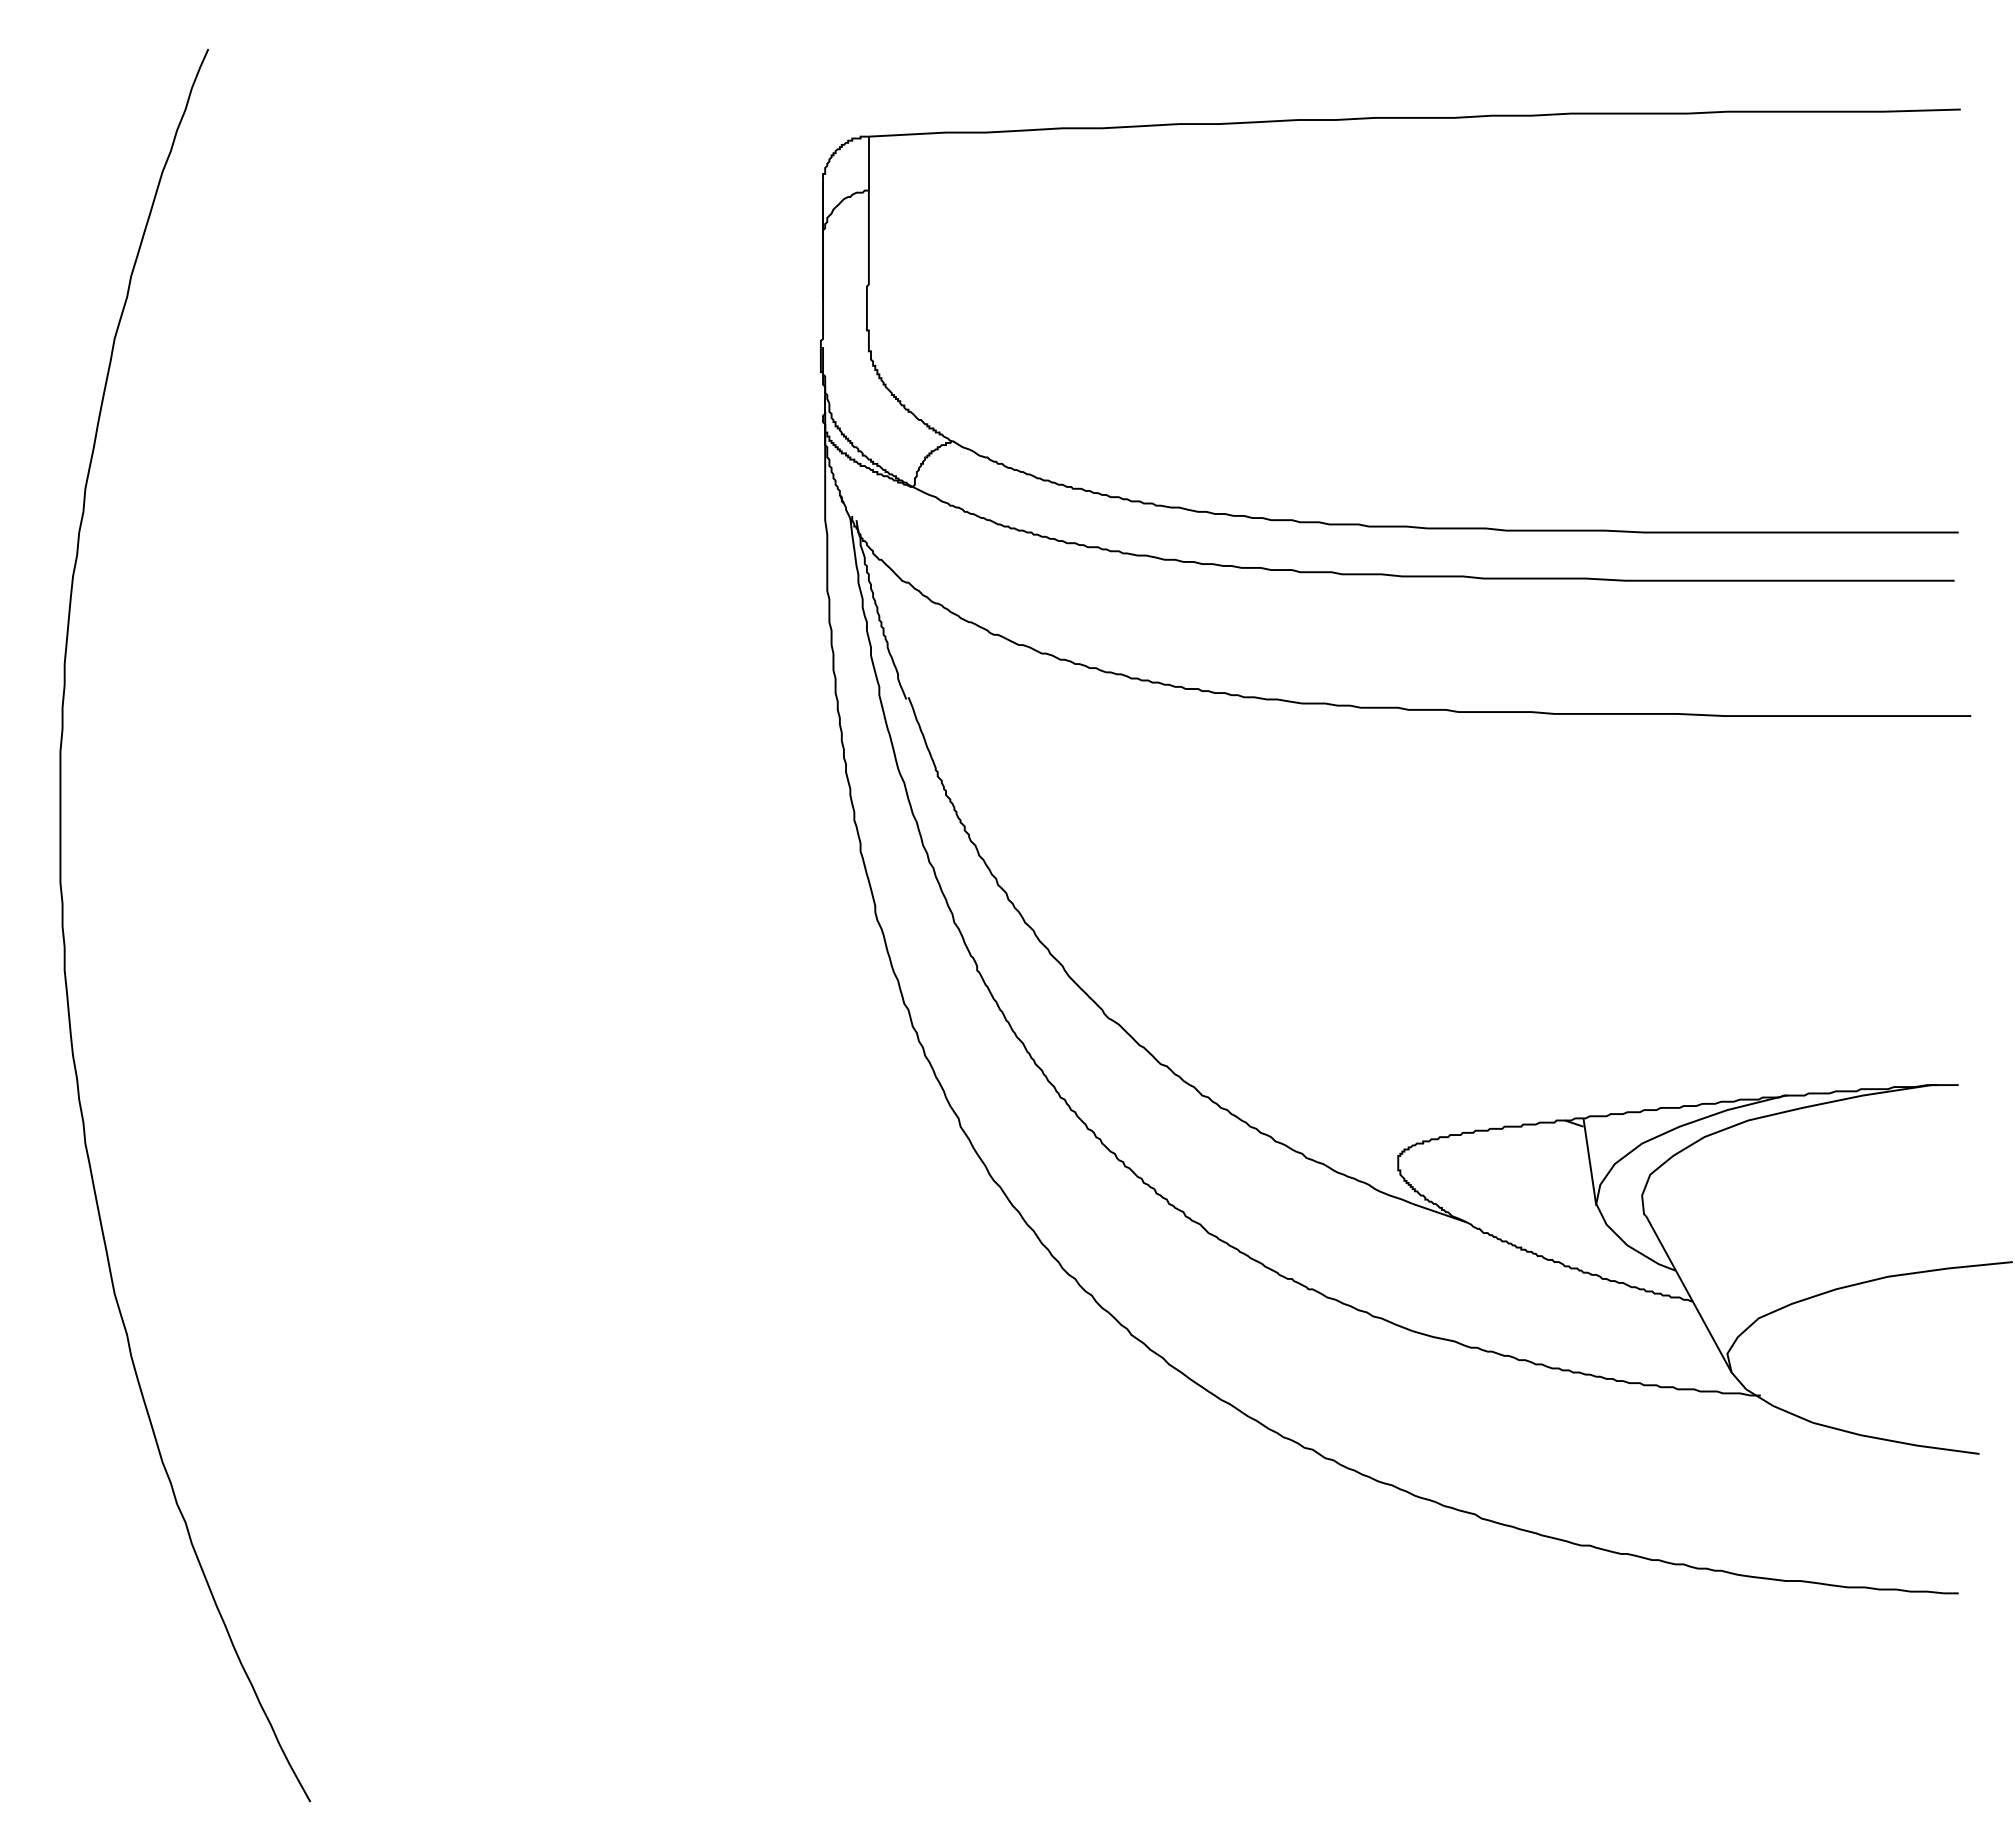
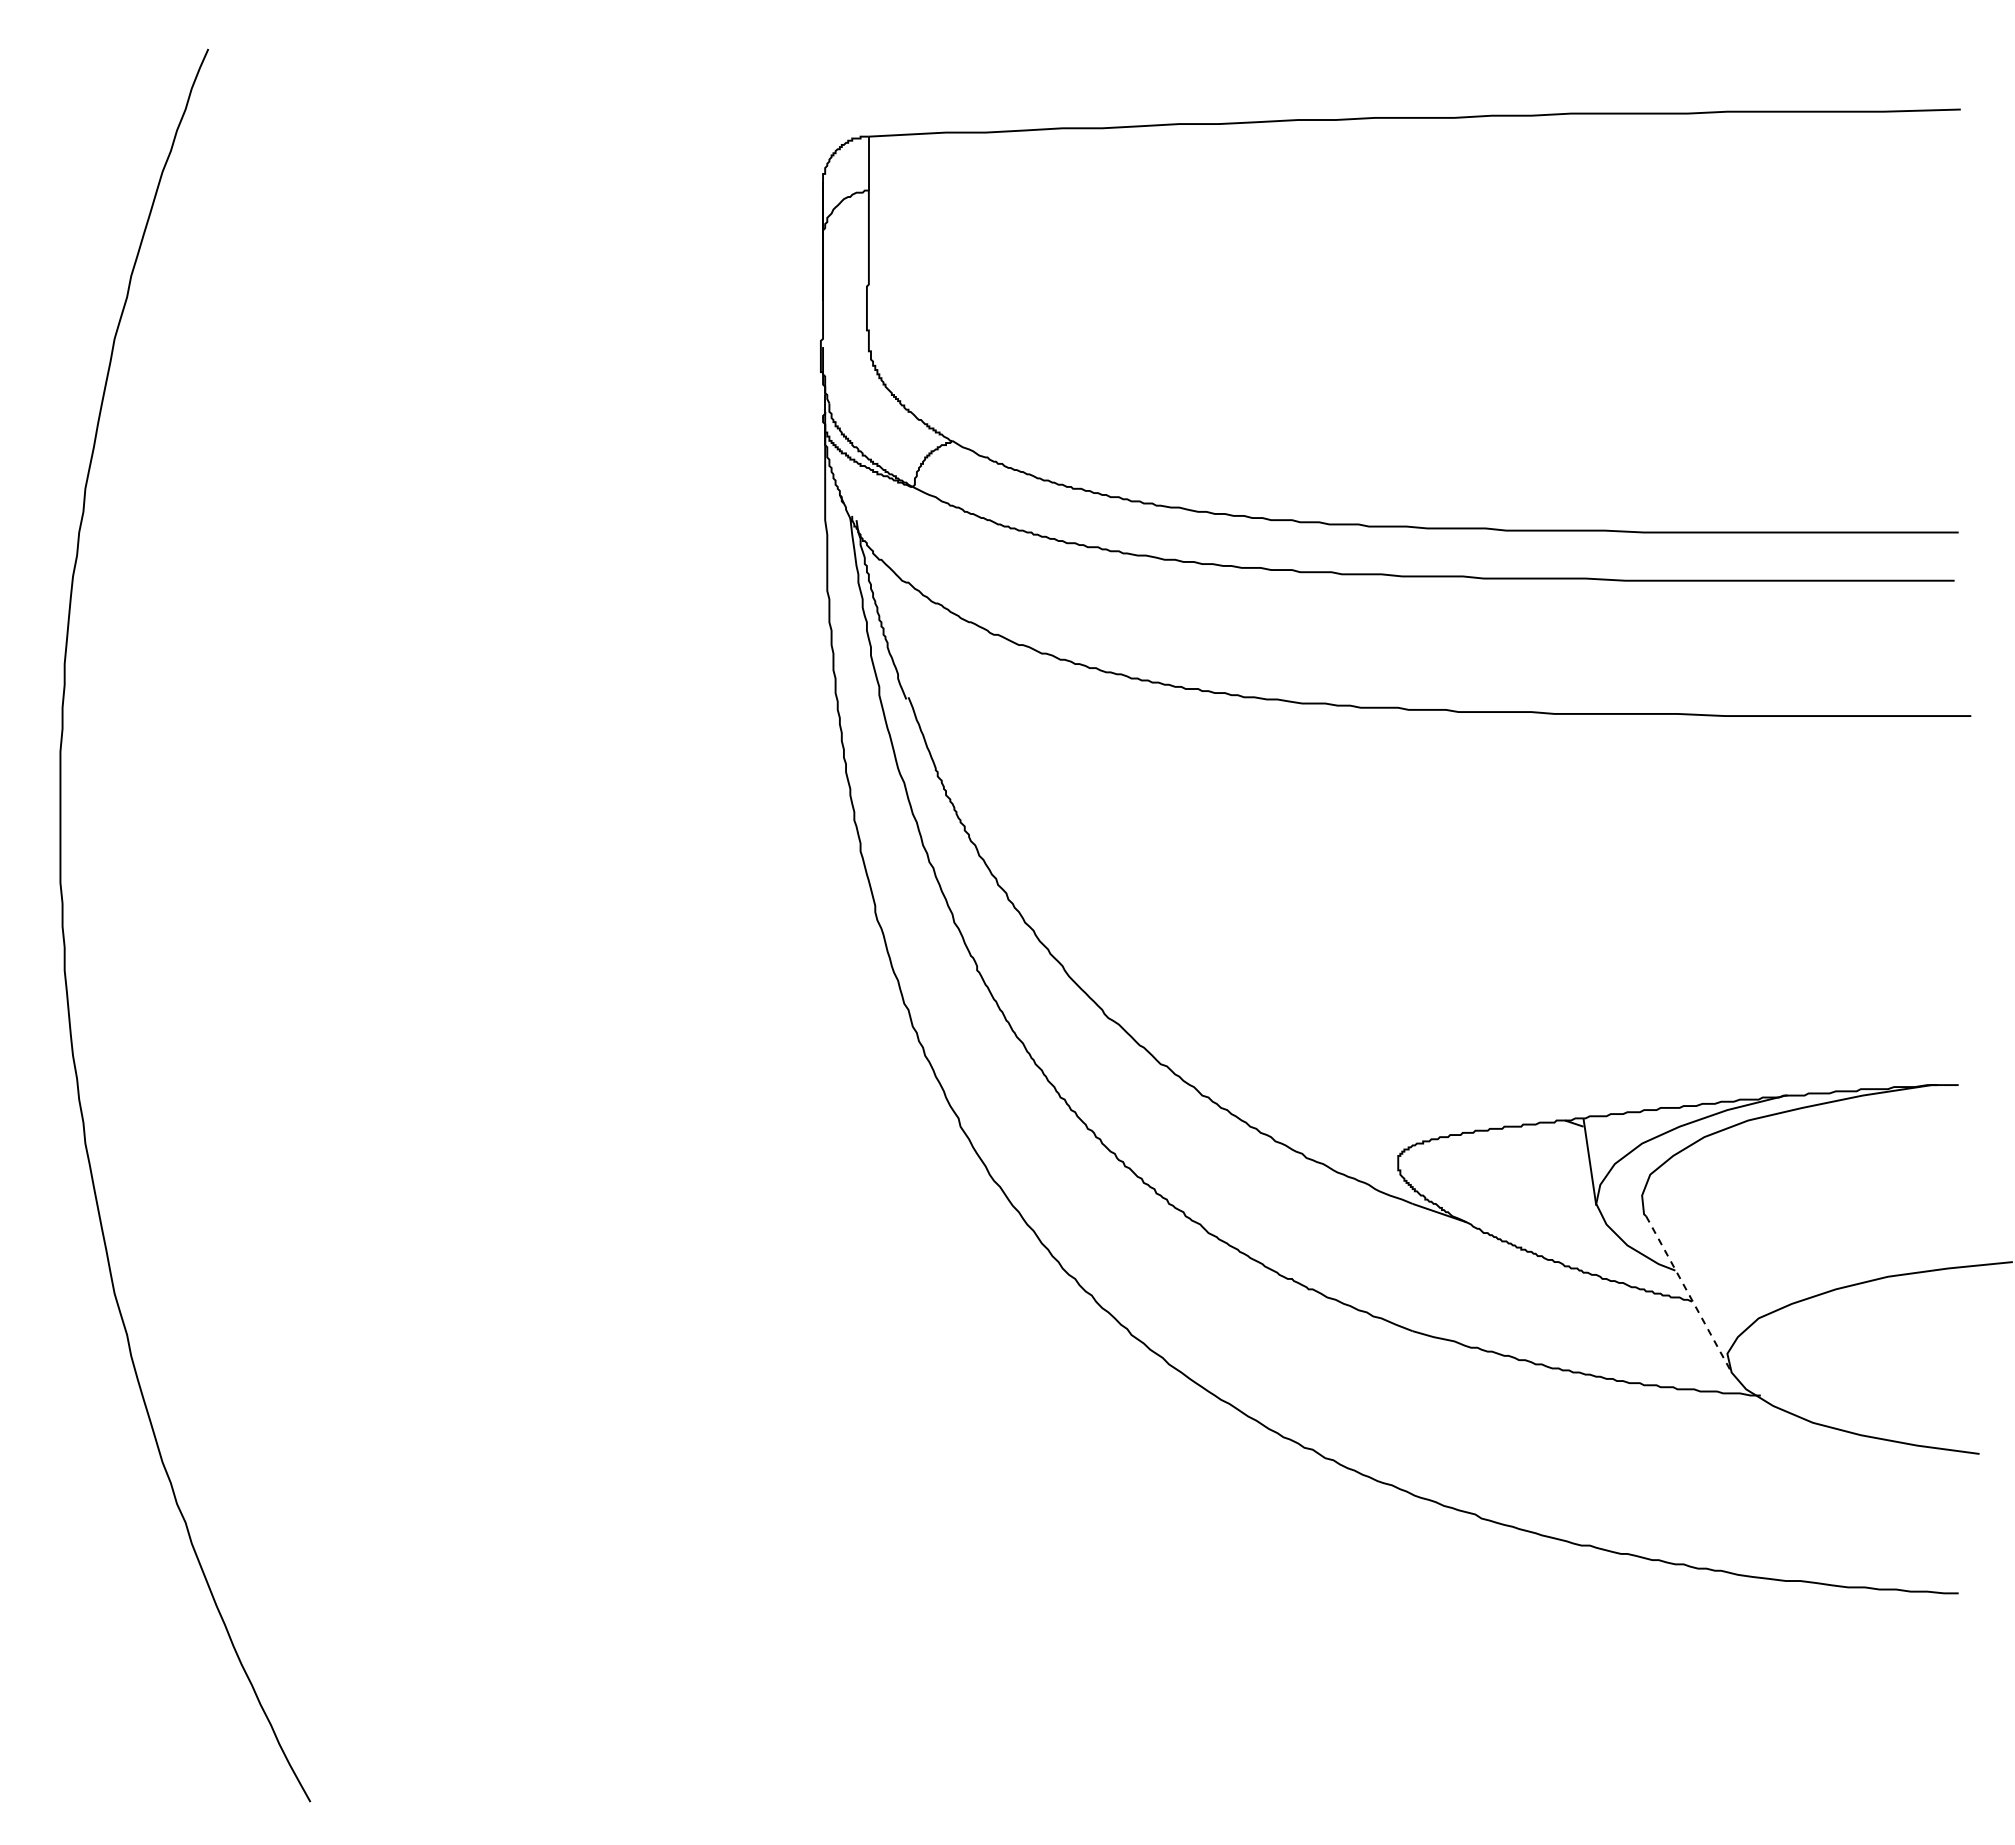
line at (1689, 1294): solid -> dashed
